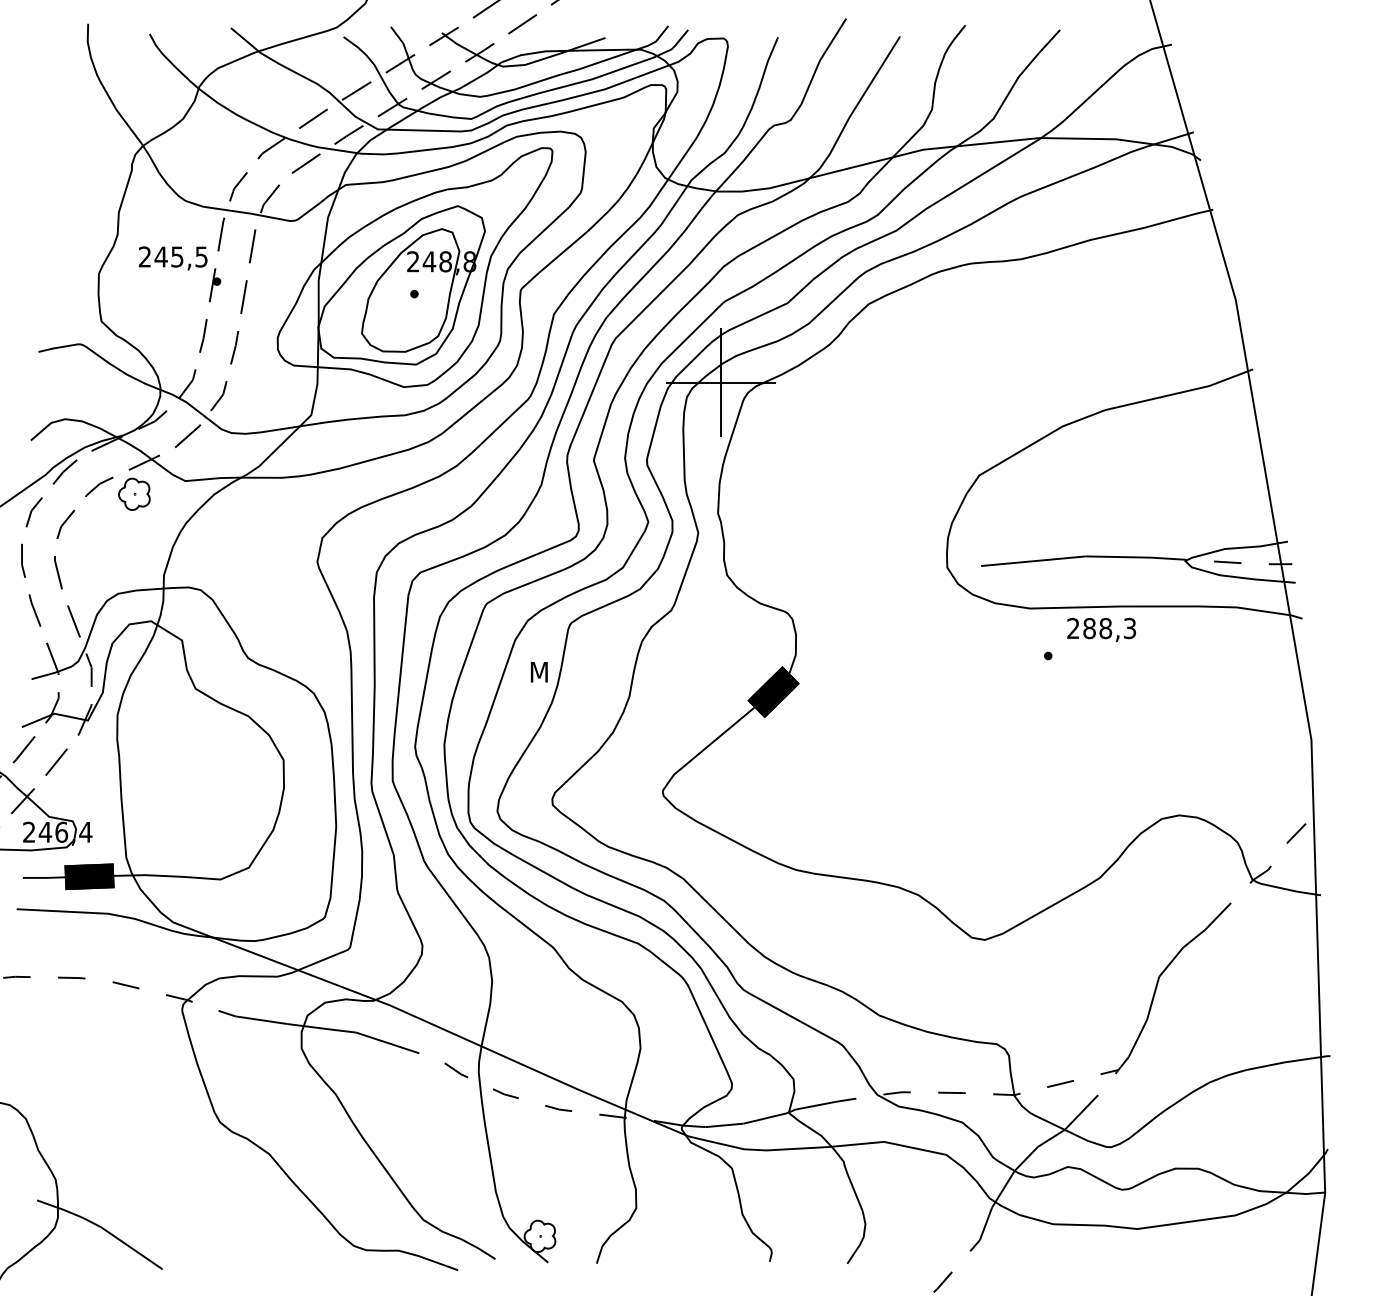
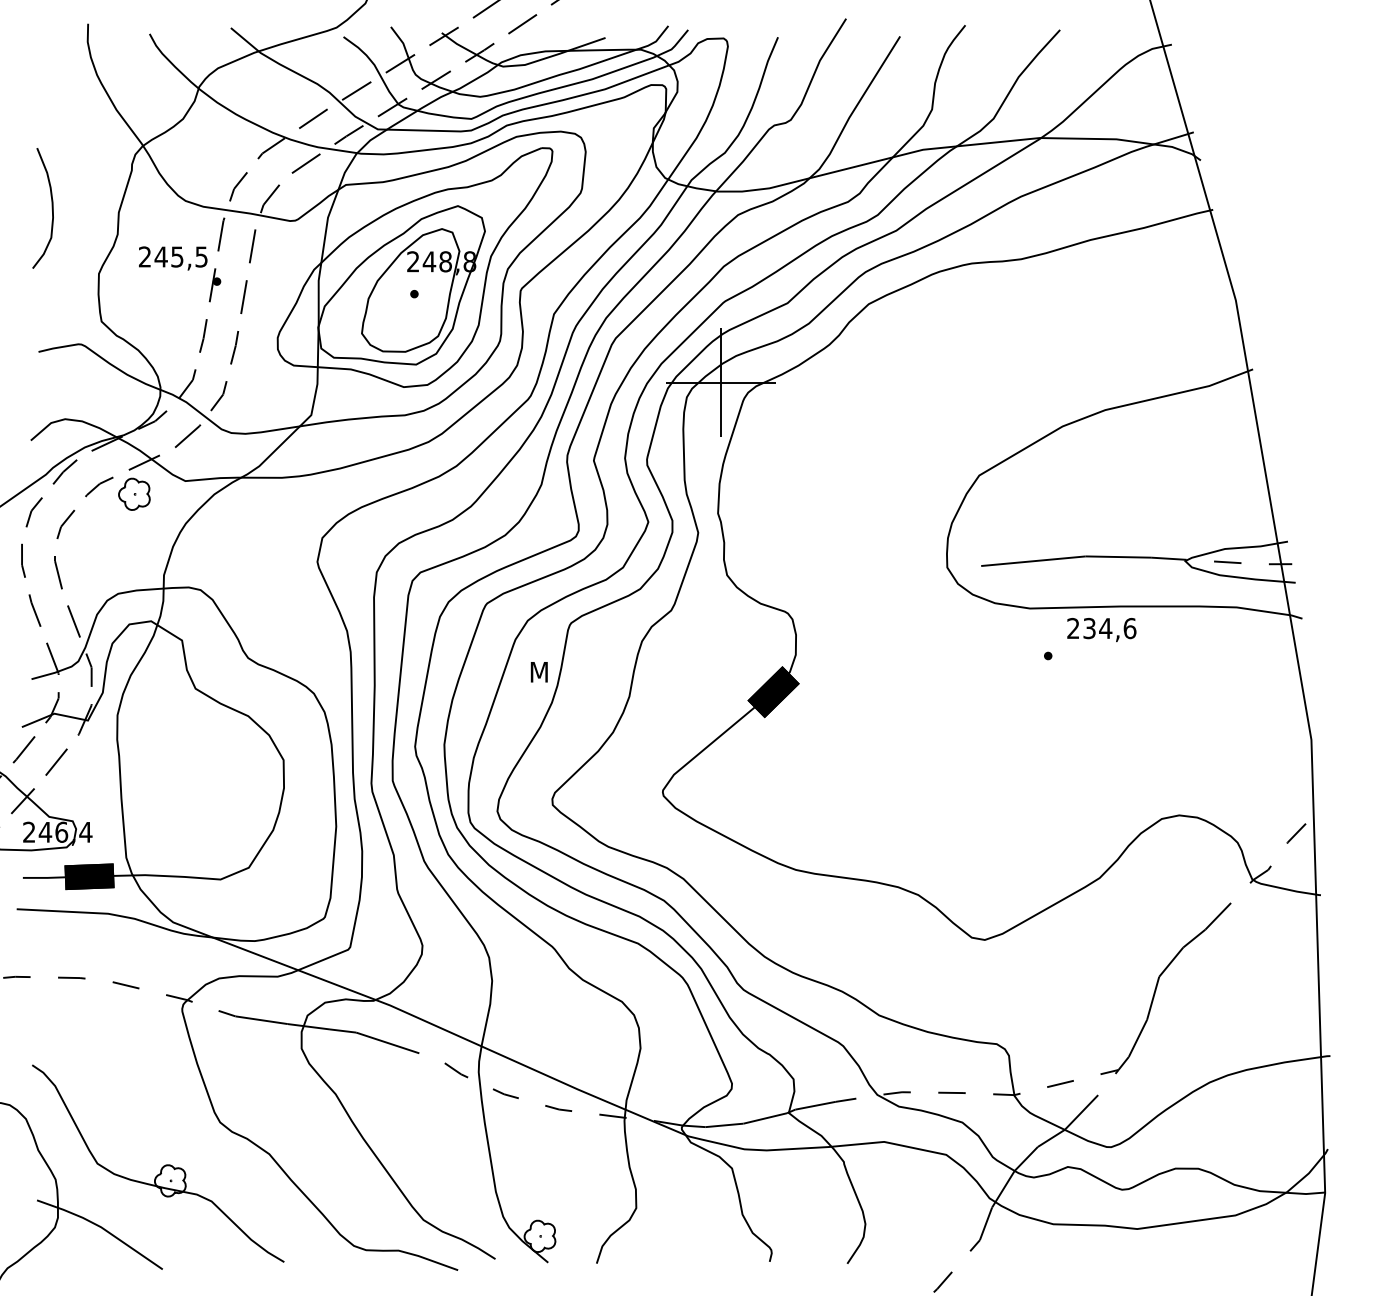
curve at (51, 208): none -> present
text at (1109, 628): 288,3 -> 234,6
part at (158, 1163): none -> present
